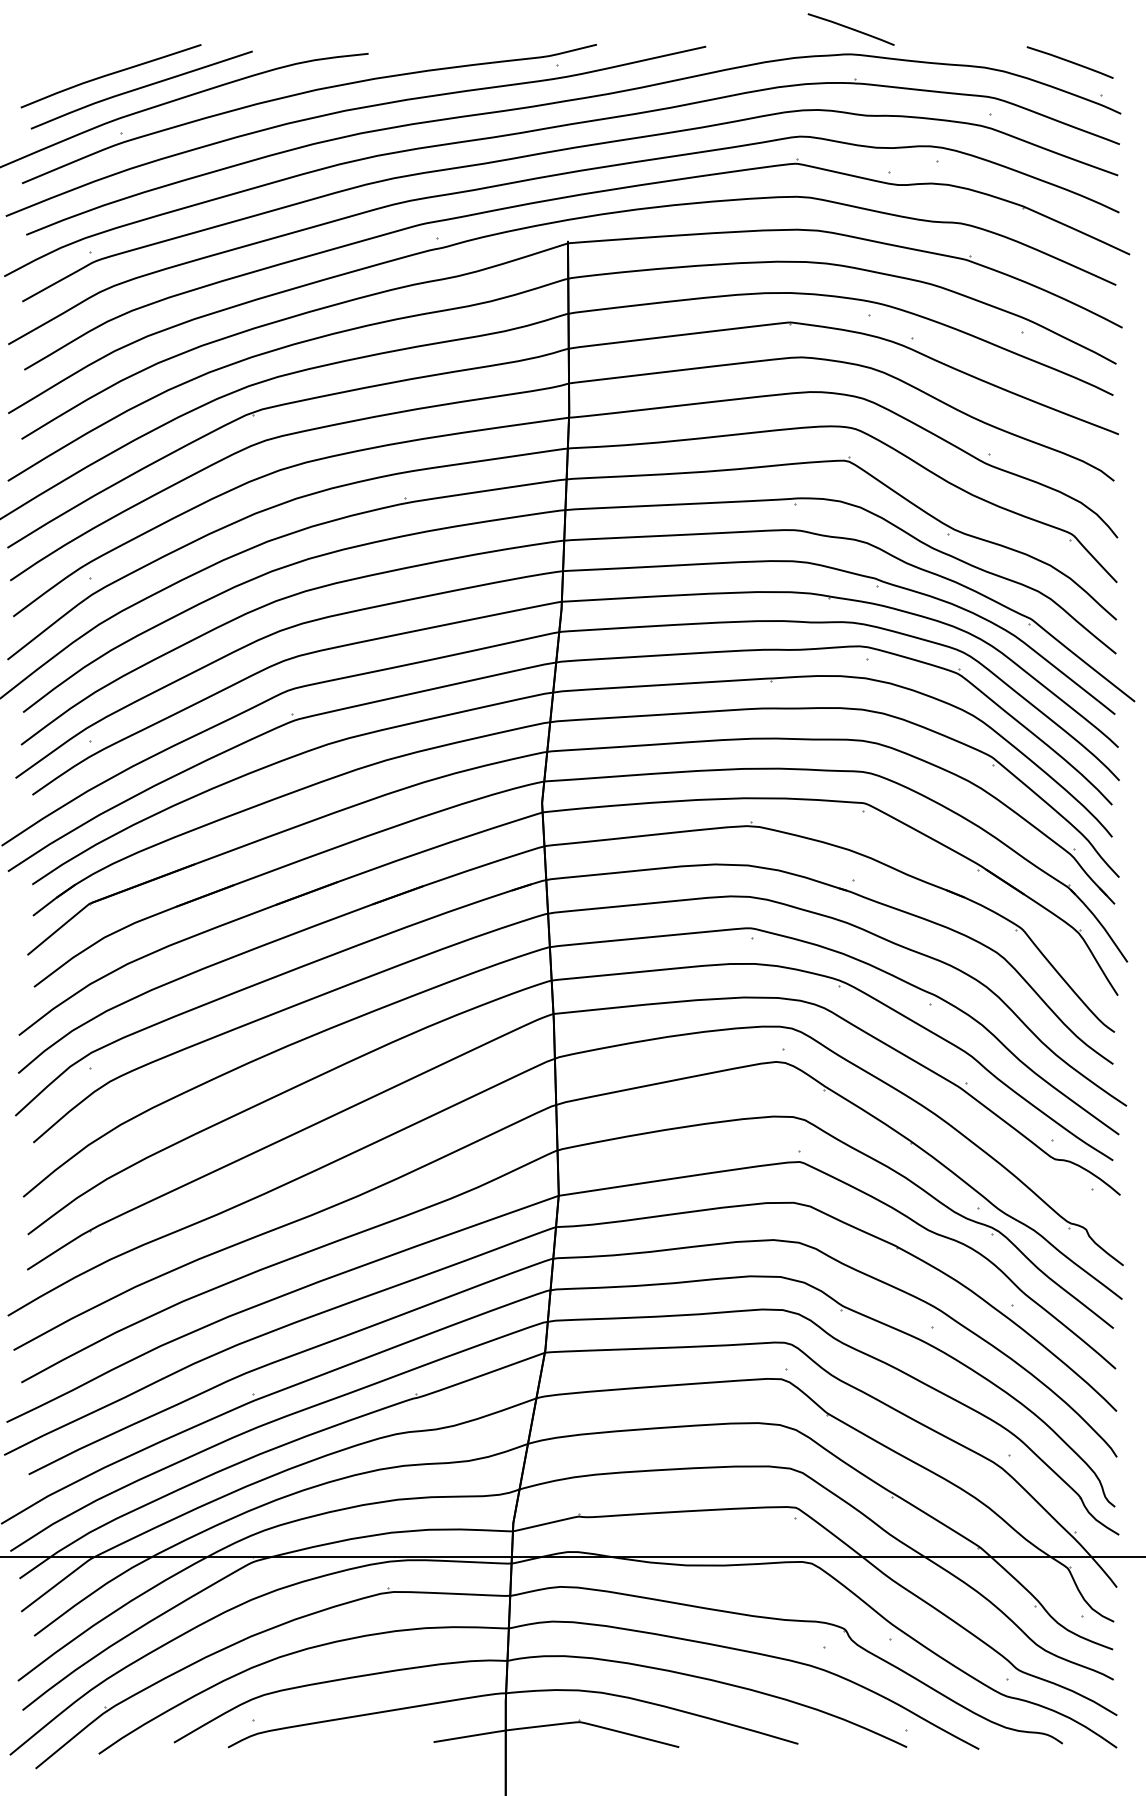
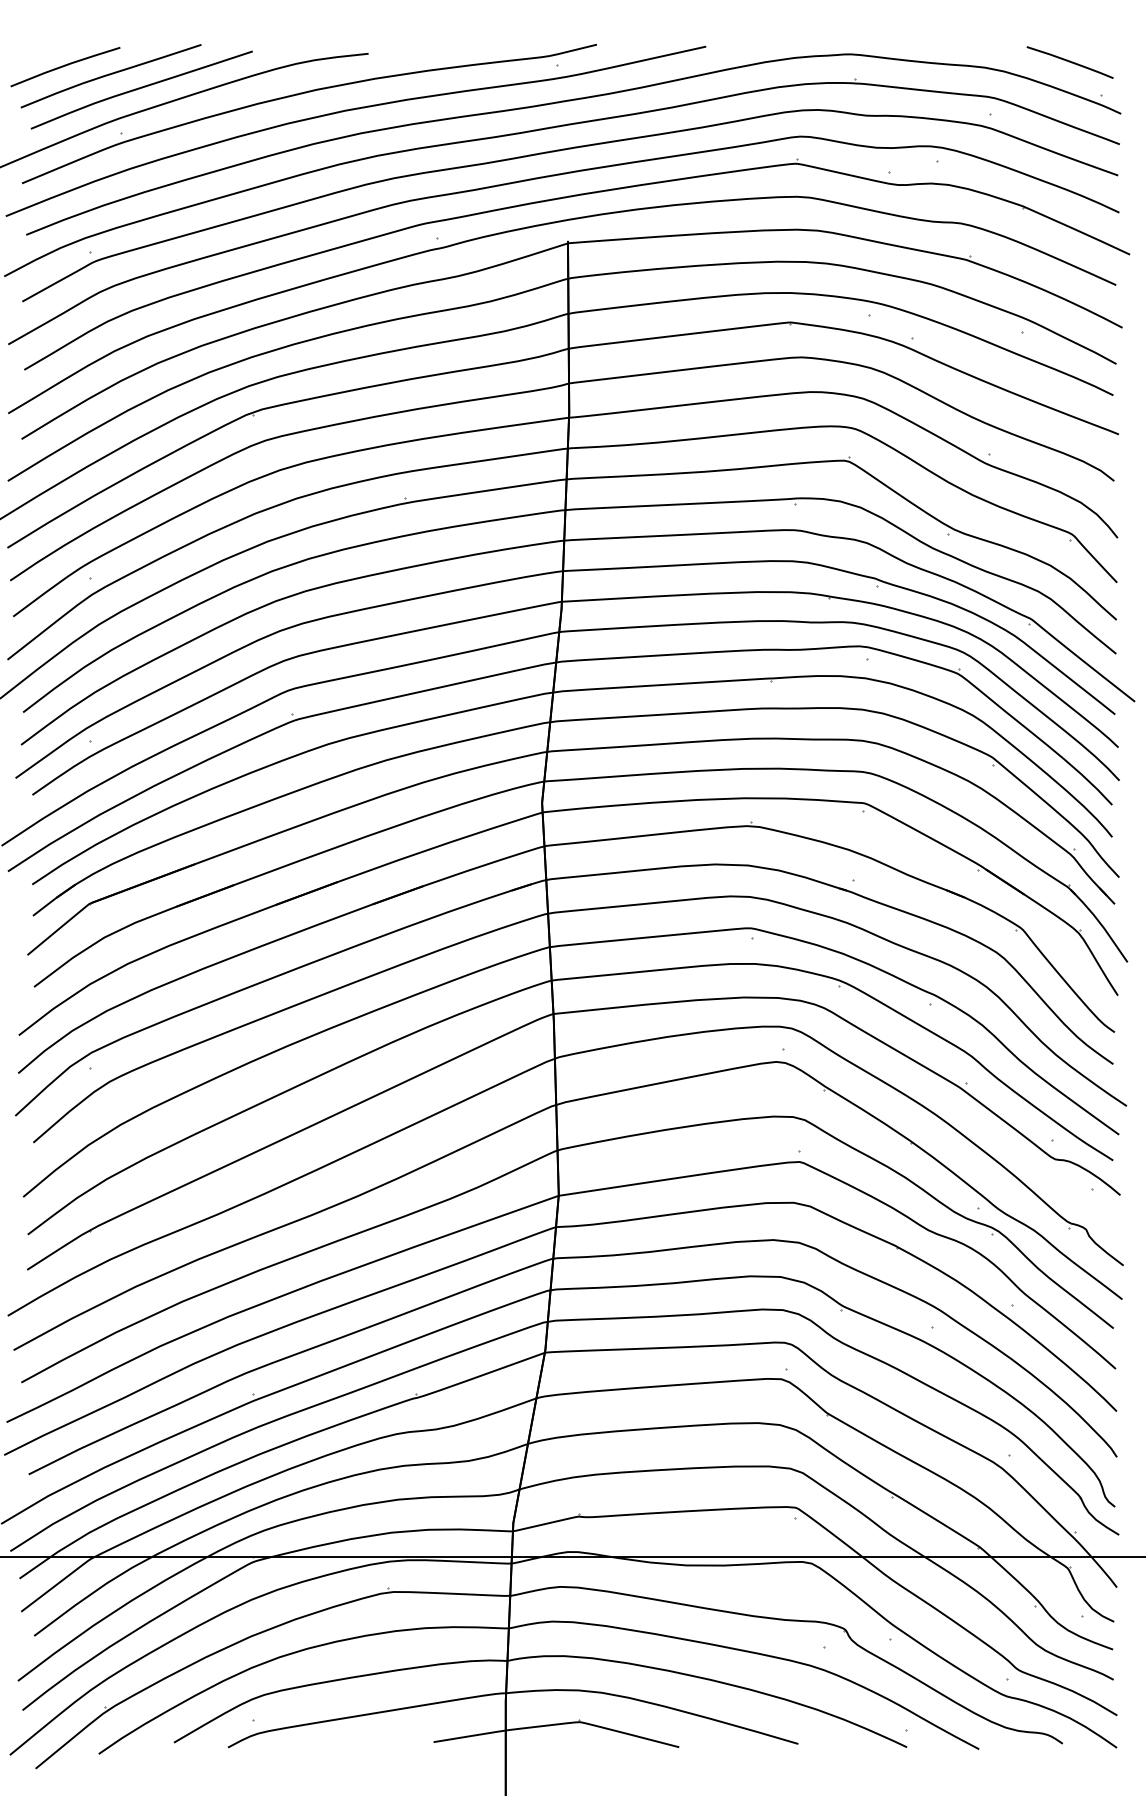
line at (850, 29): present -> none
line at (65, 66): none -> present
